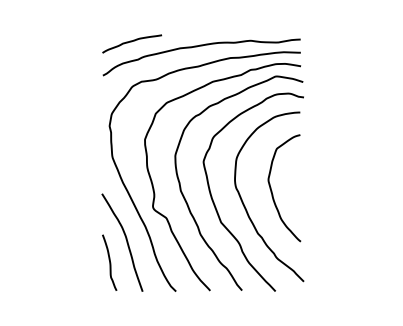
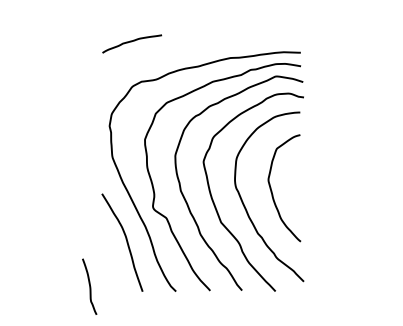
curve at (197, 47): present -> none
curve at (109, 262) position: (109, 262) -> (89, 286)
